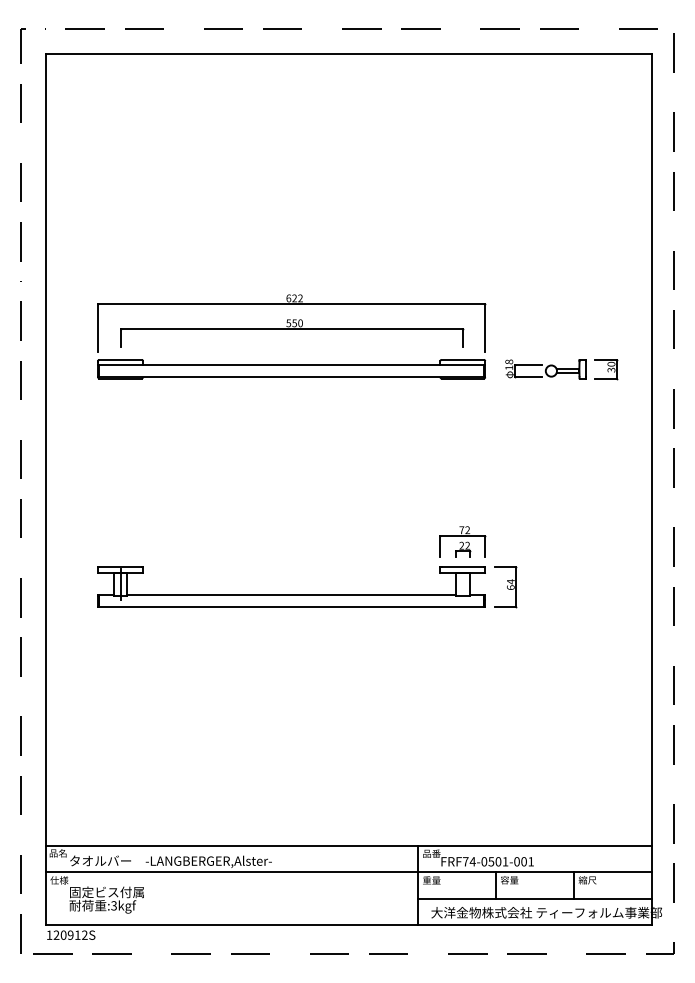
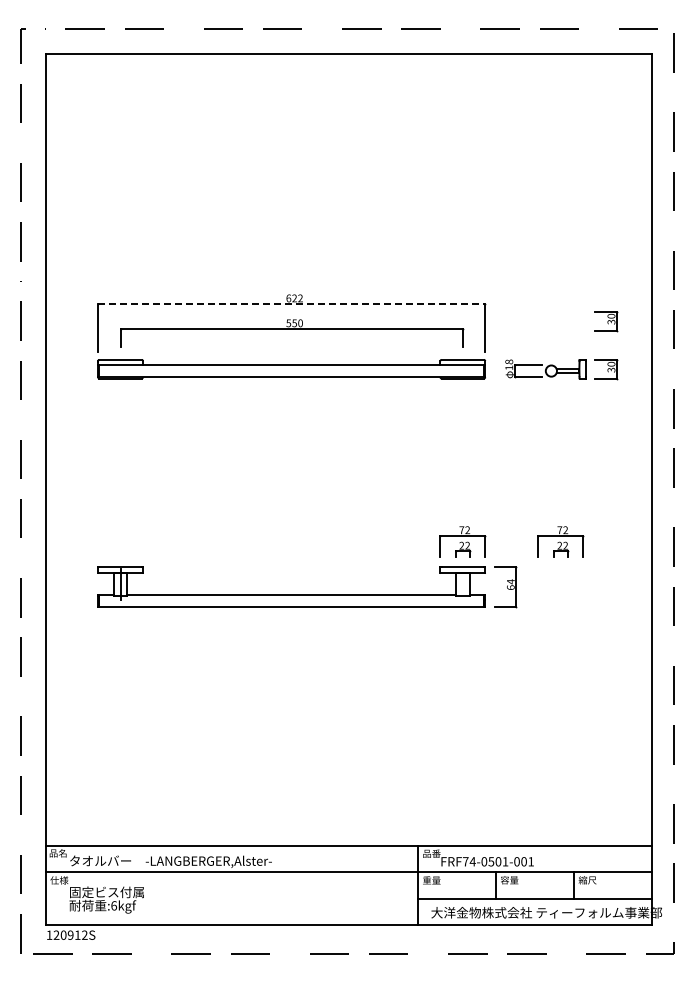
line at (291, 303): solid -> dashed
part at (606, 321): none -> present
part at (560, 541): none -> present
text at (114, 905): :3kgf -> :6kgf
